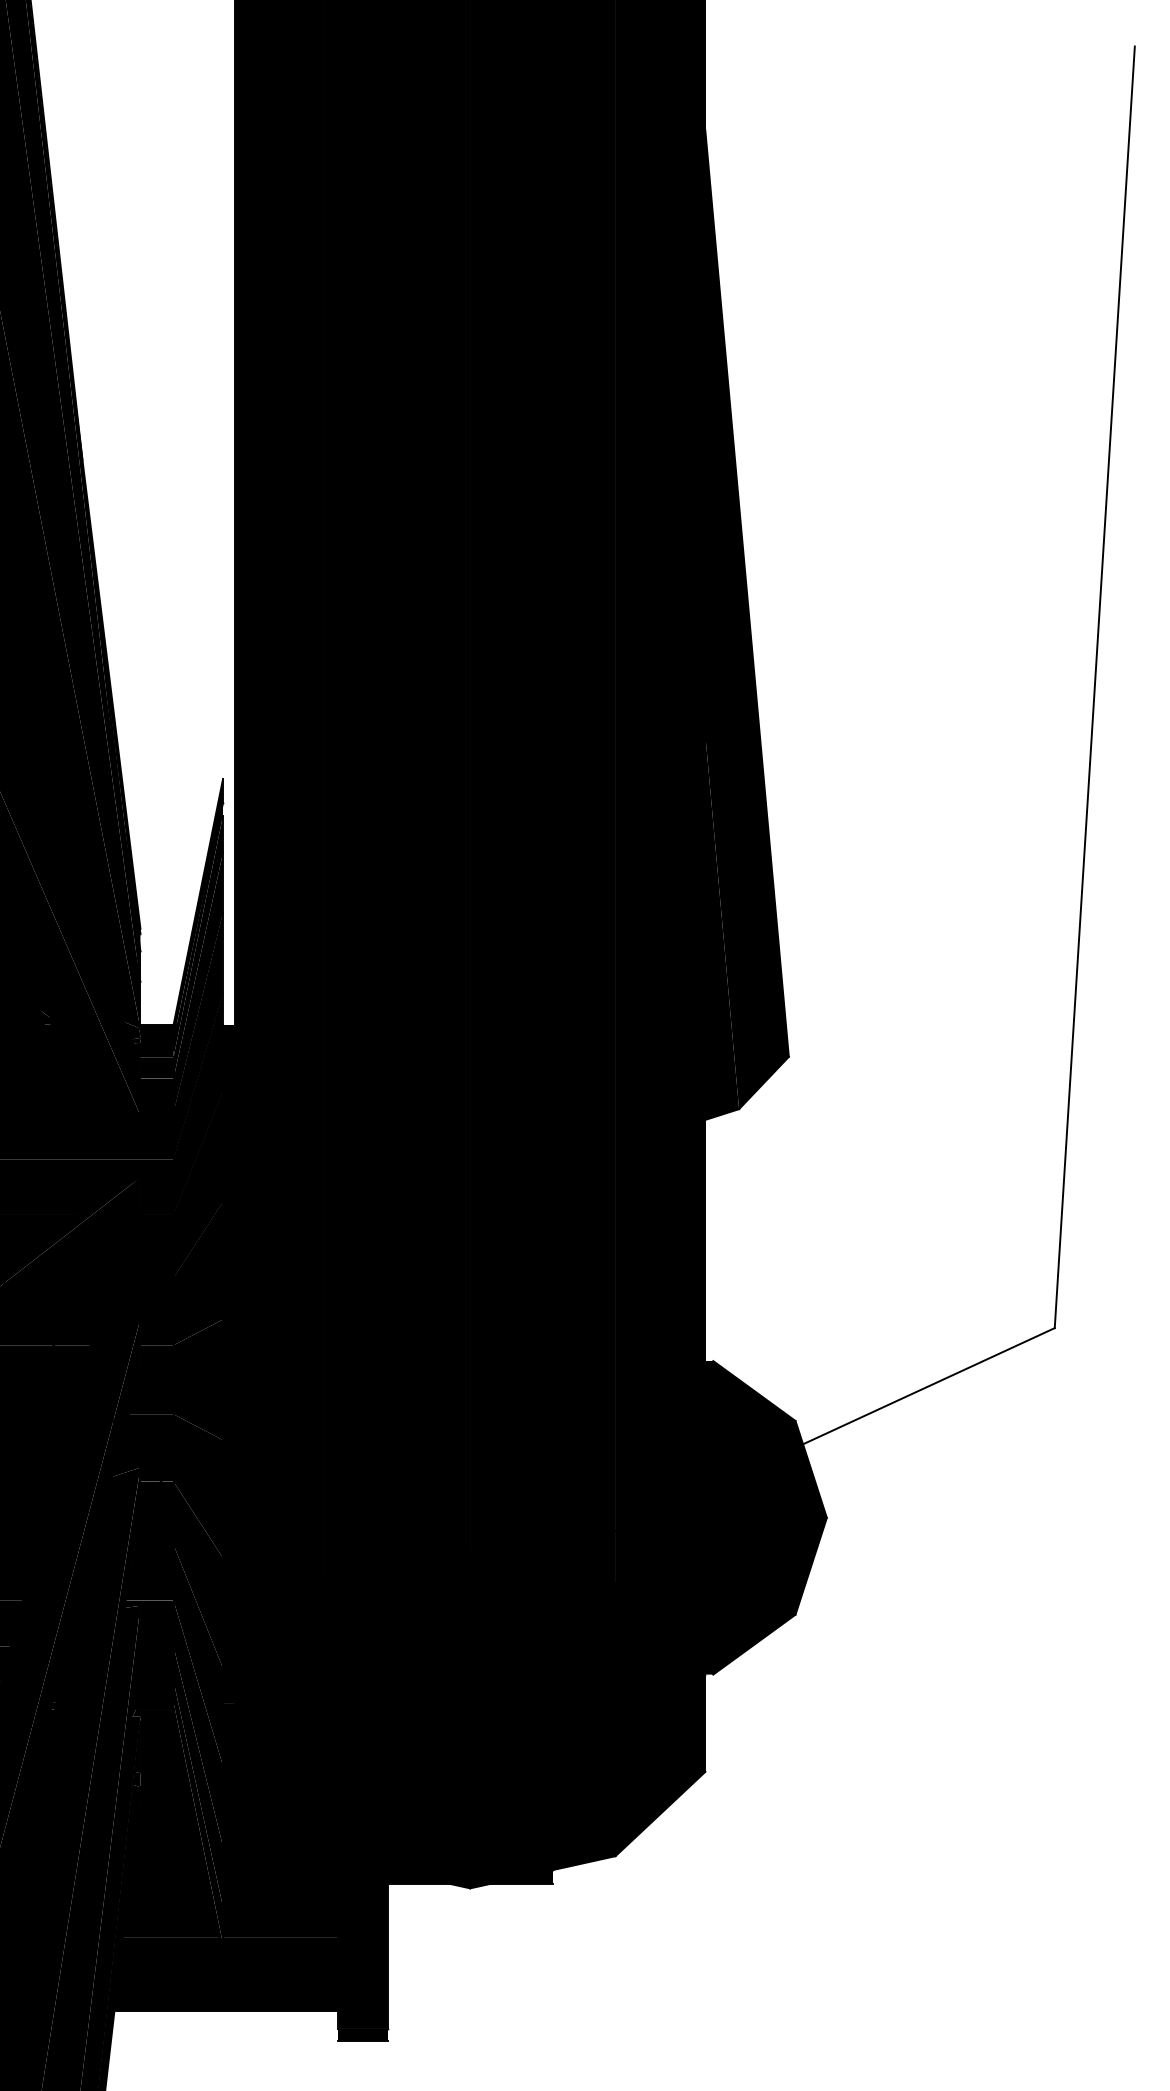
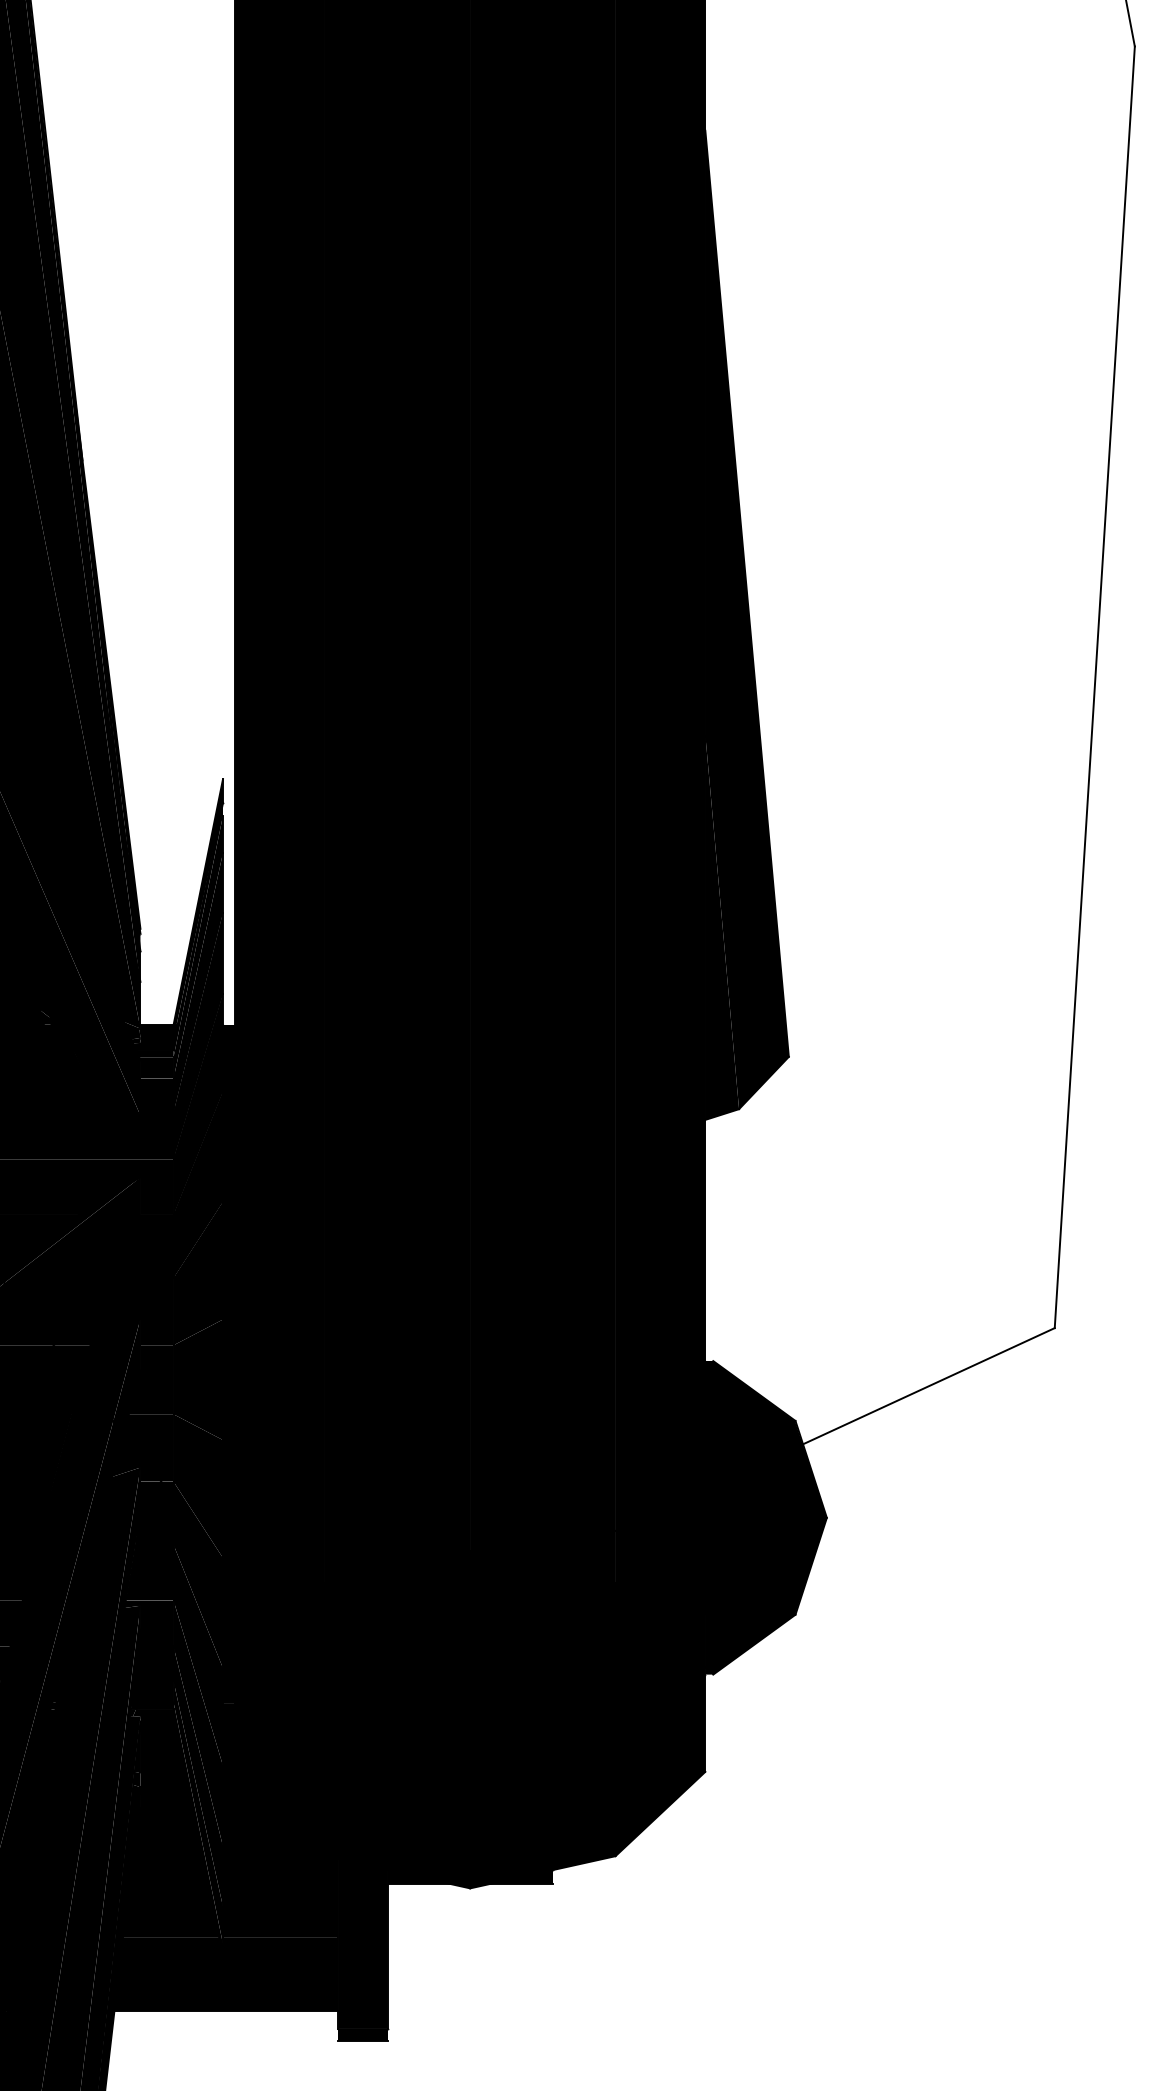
line at (1130, 24): none -> present
